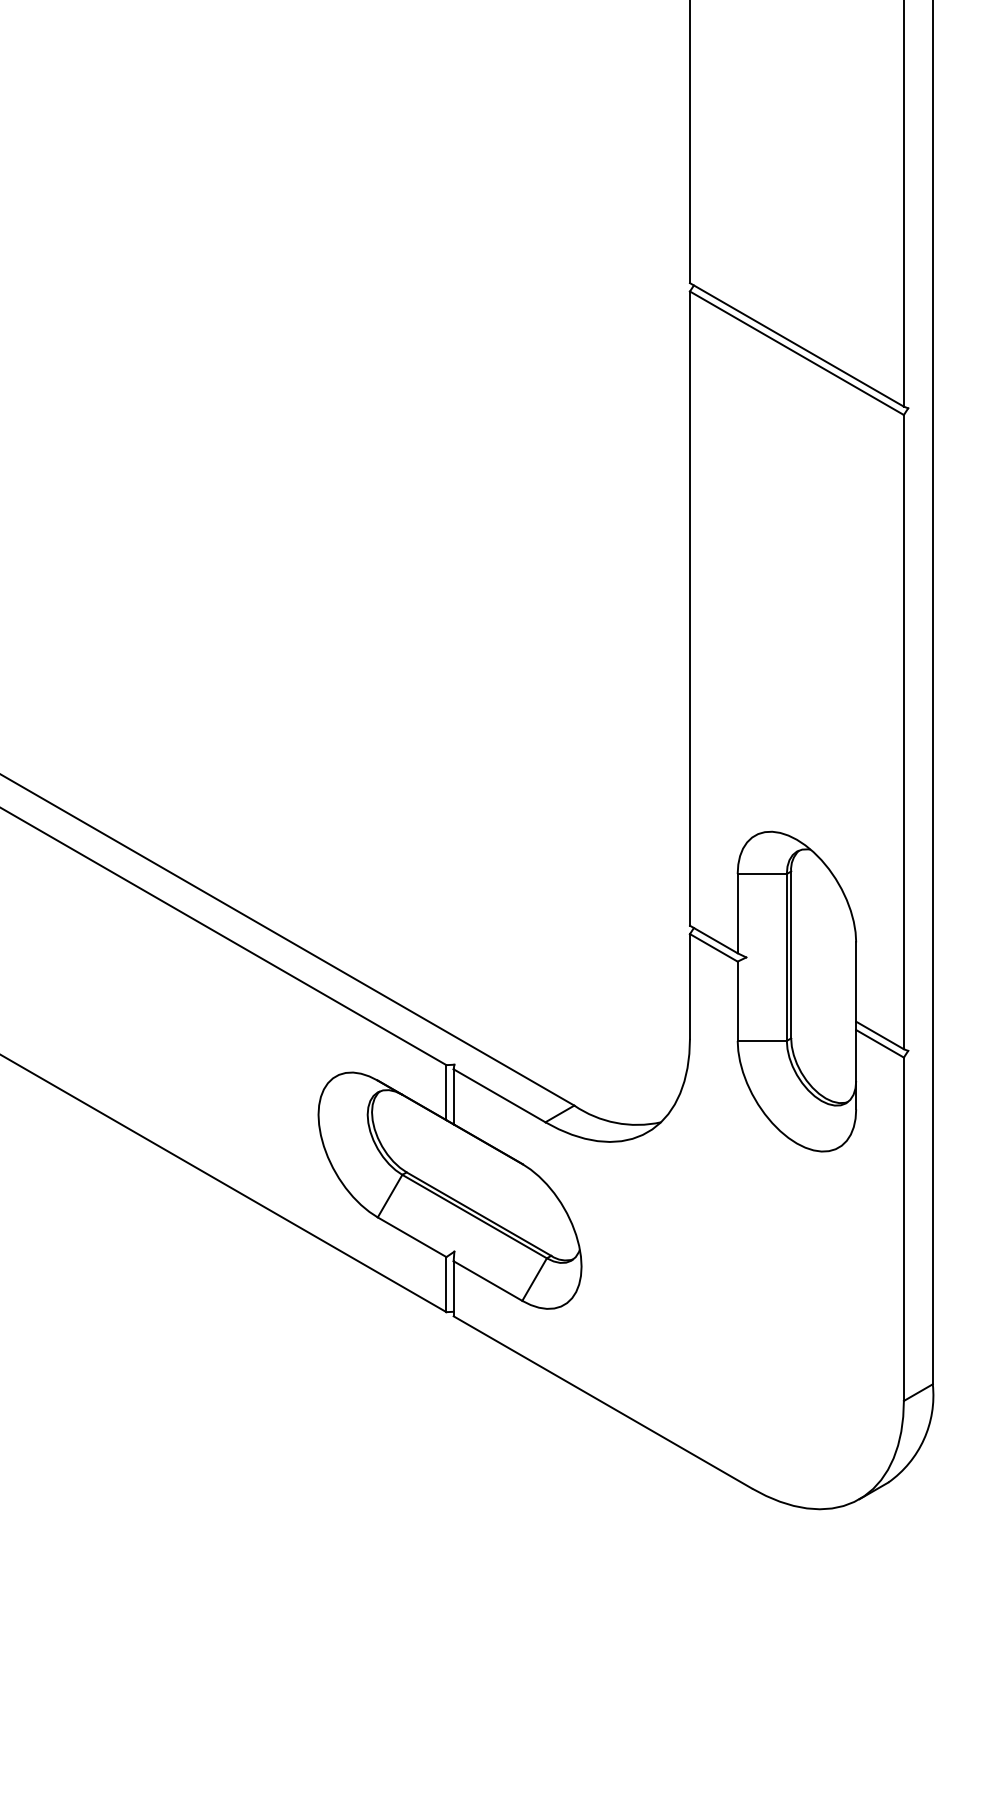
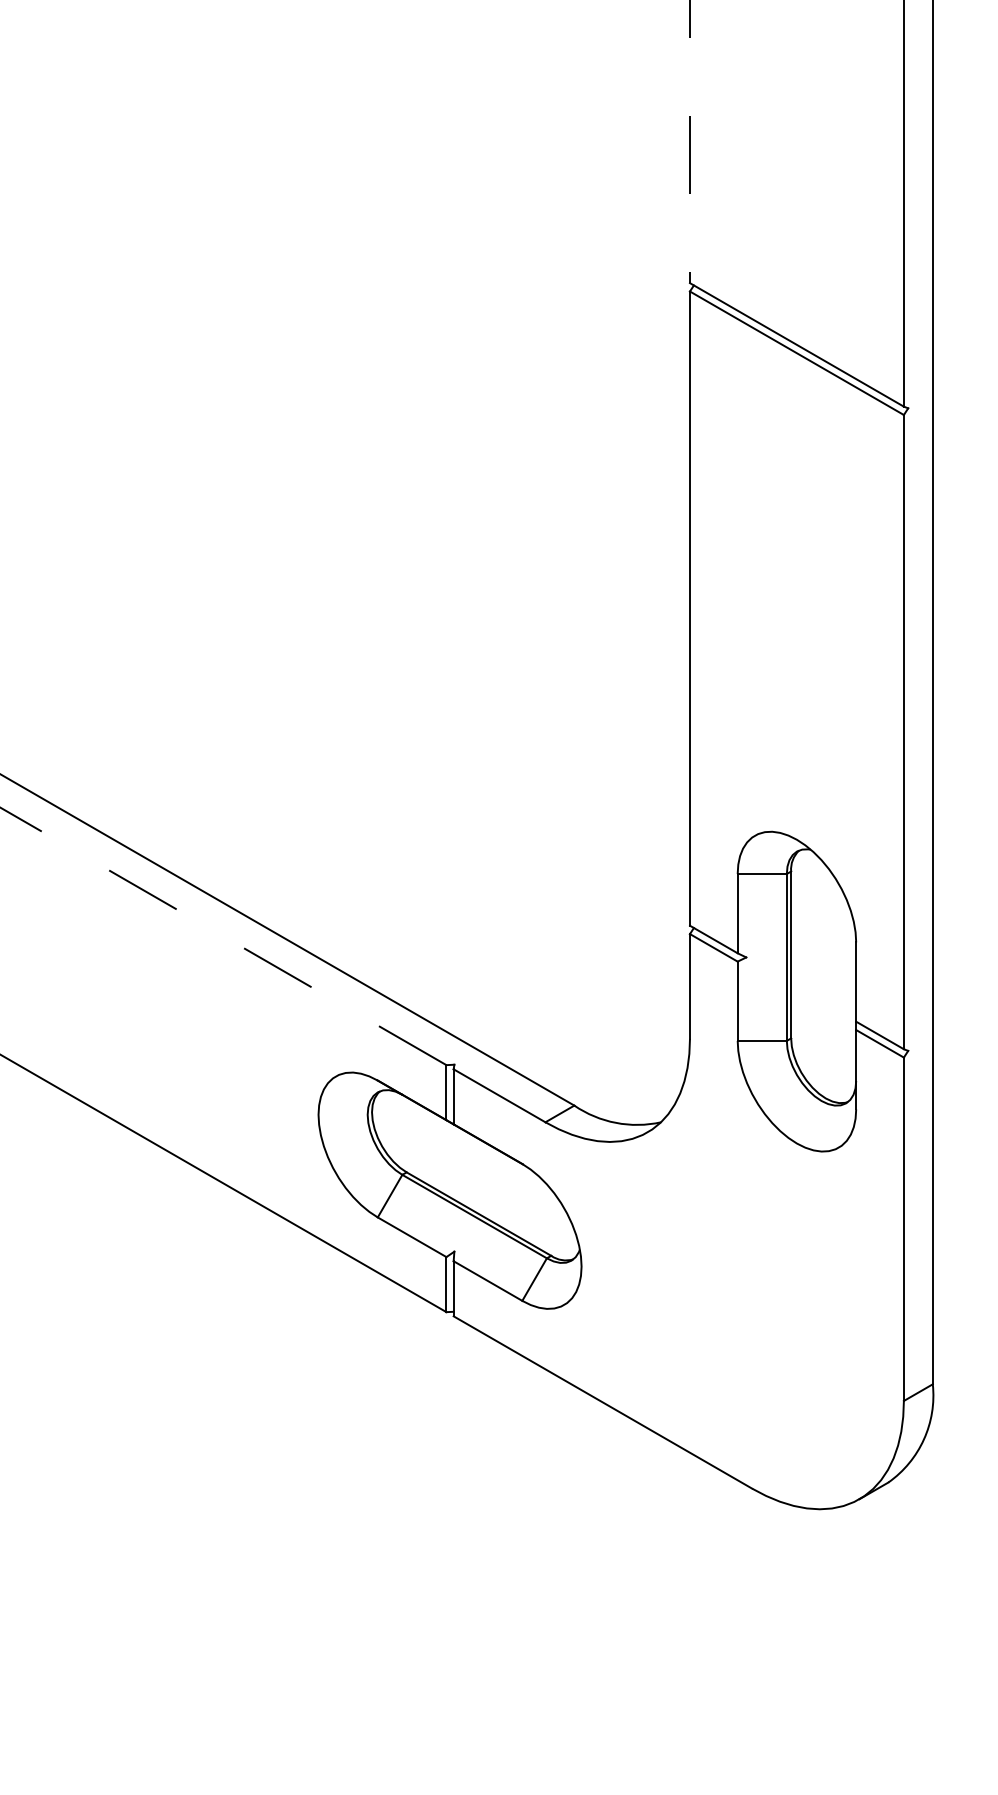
line at (689, 142): solid -> dashed
line at (223, 936): solid -> dashed
